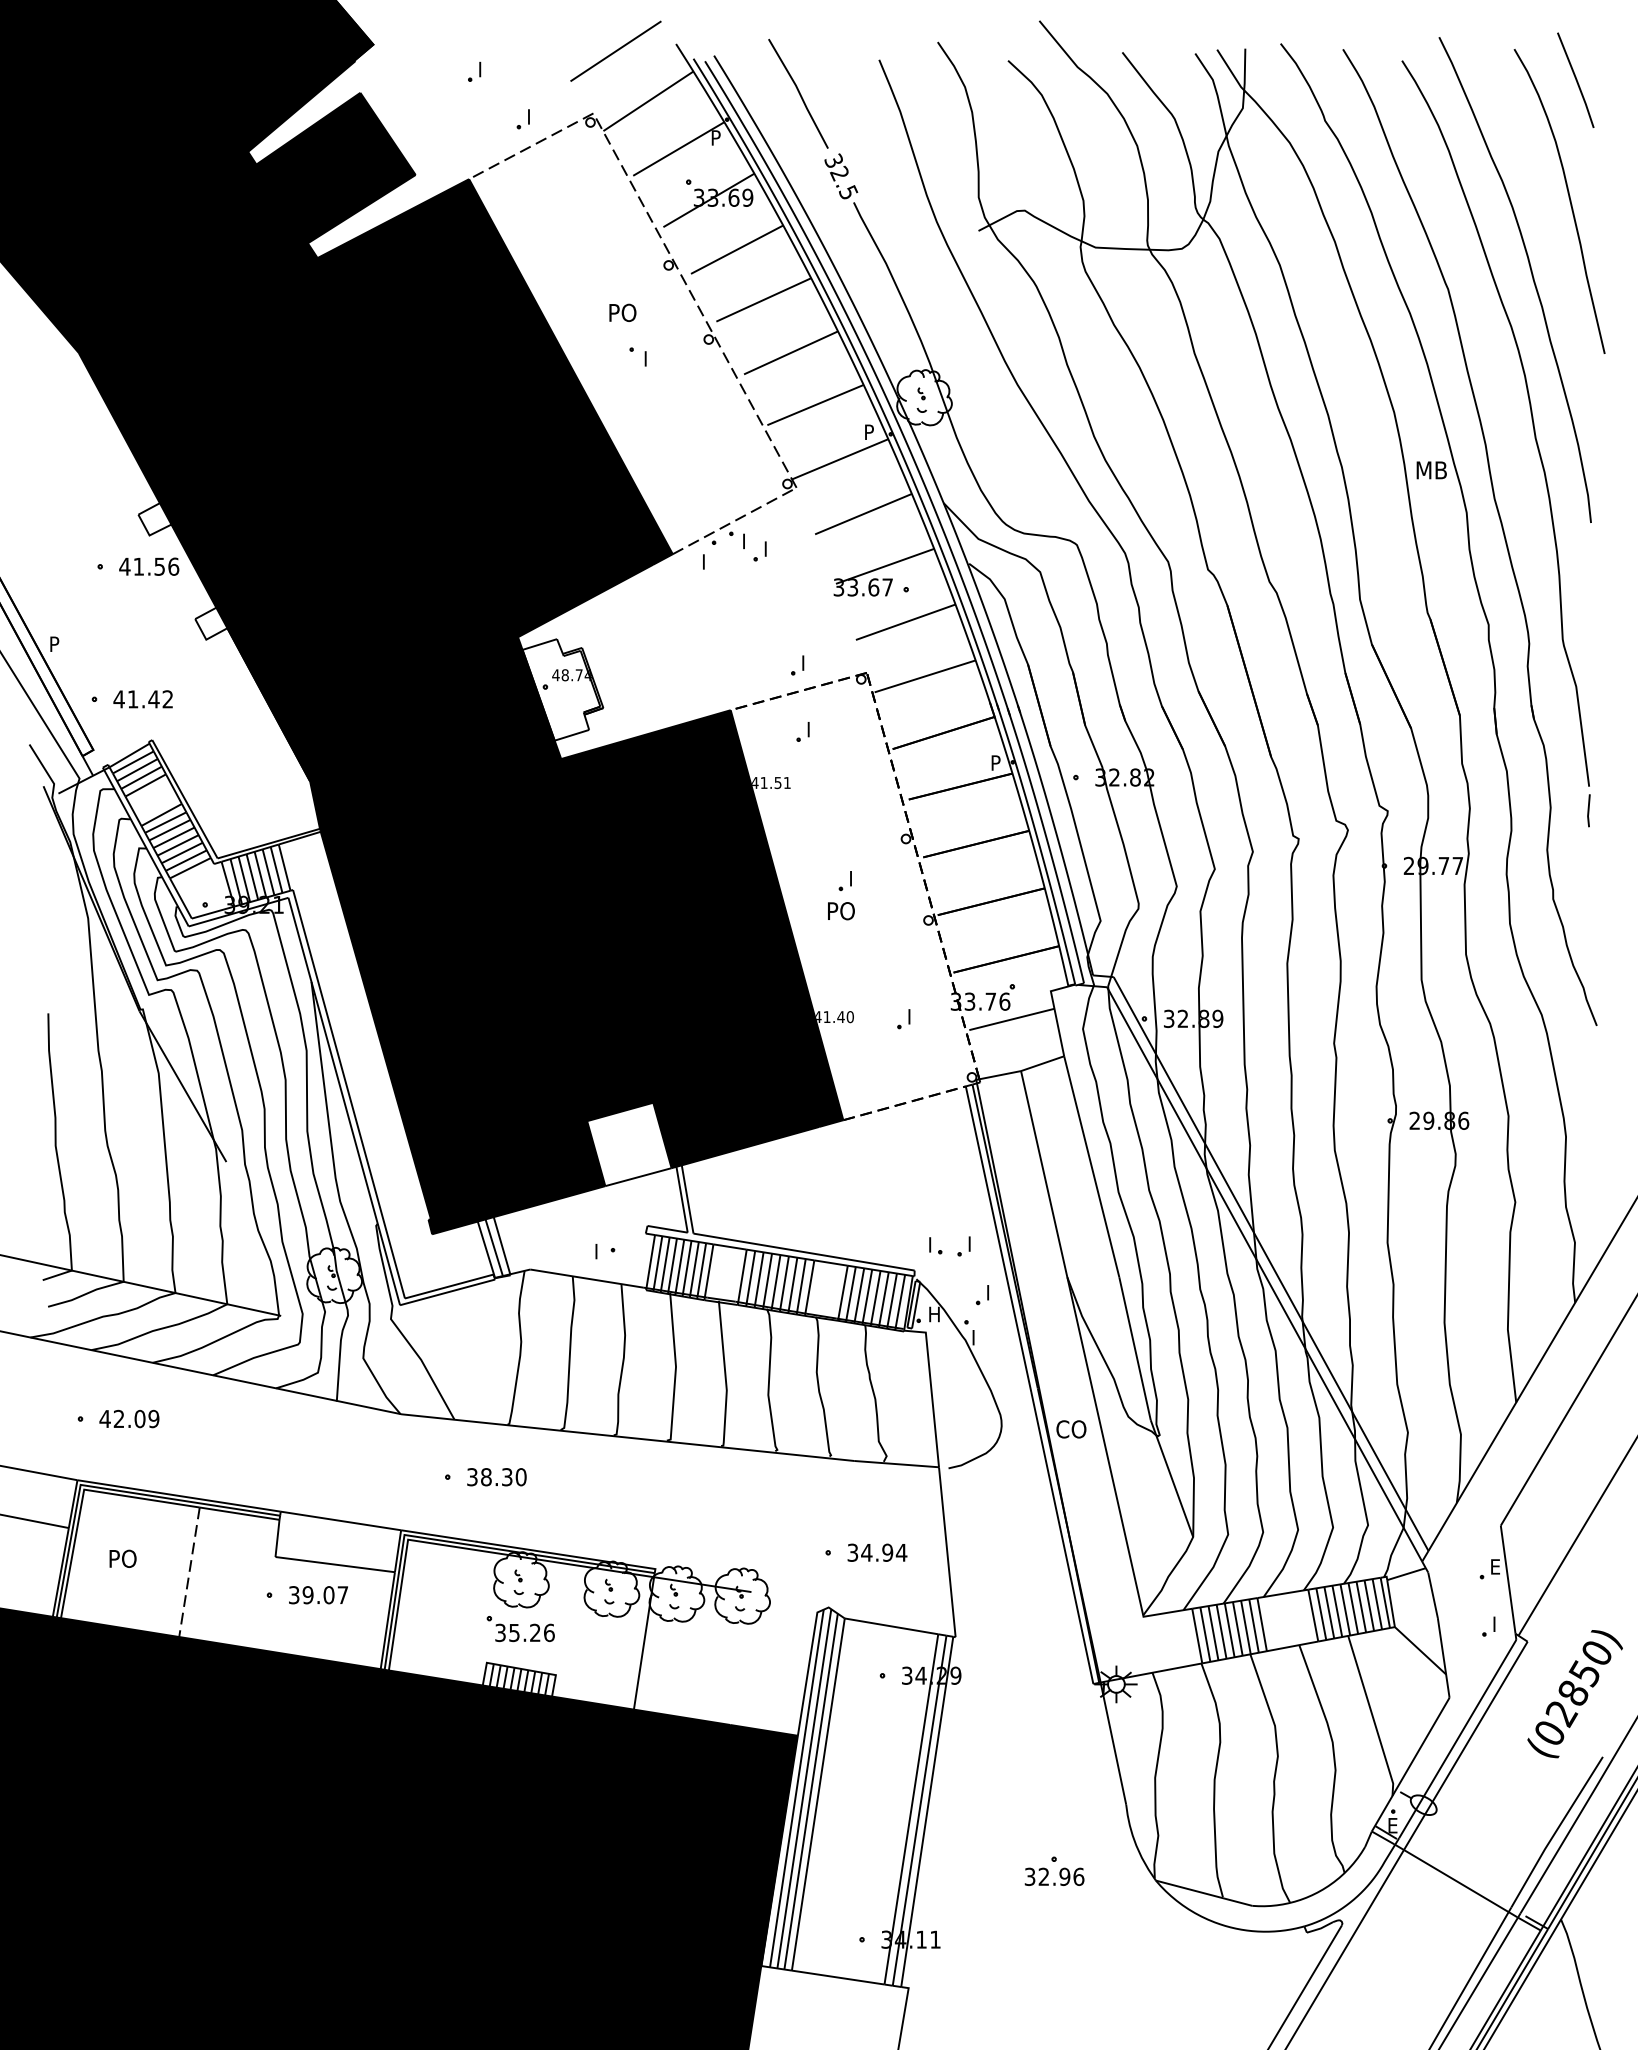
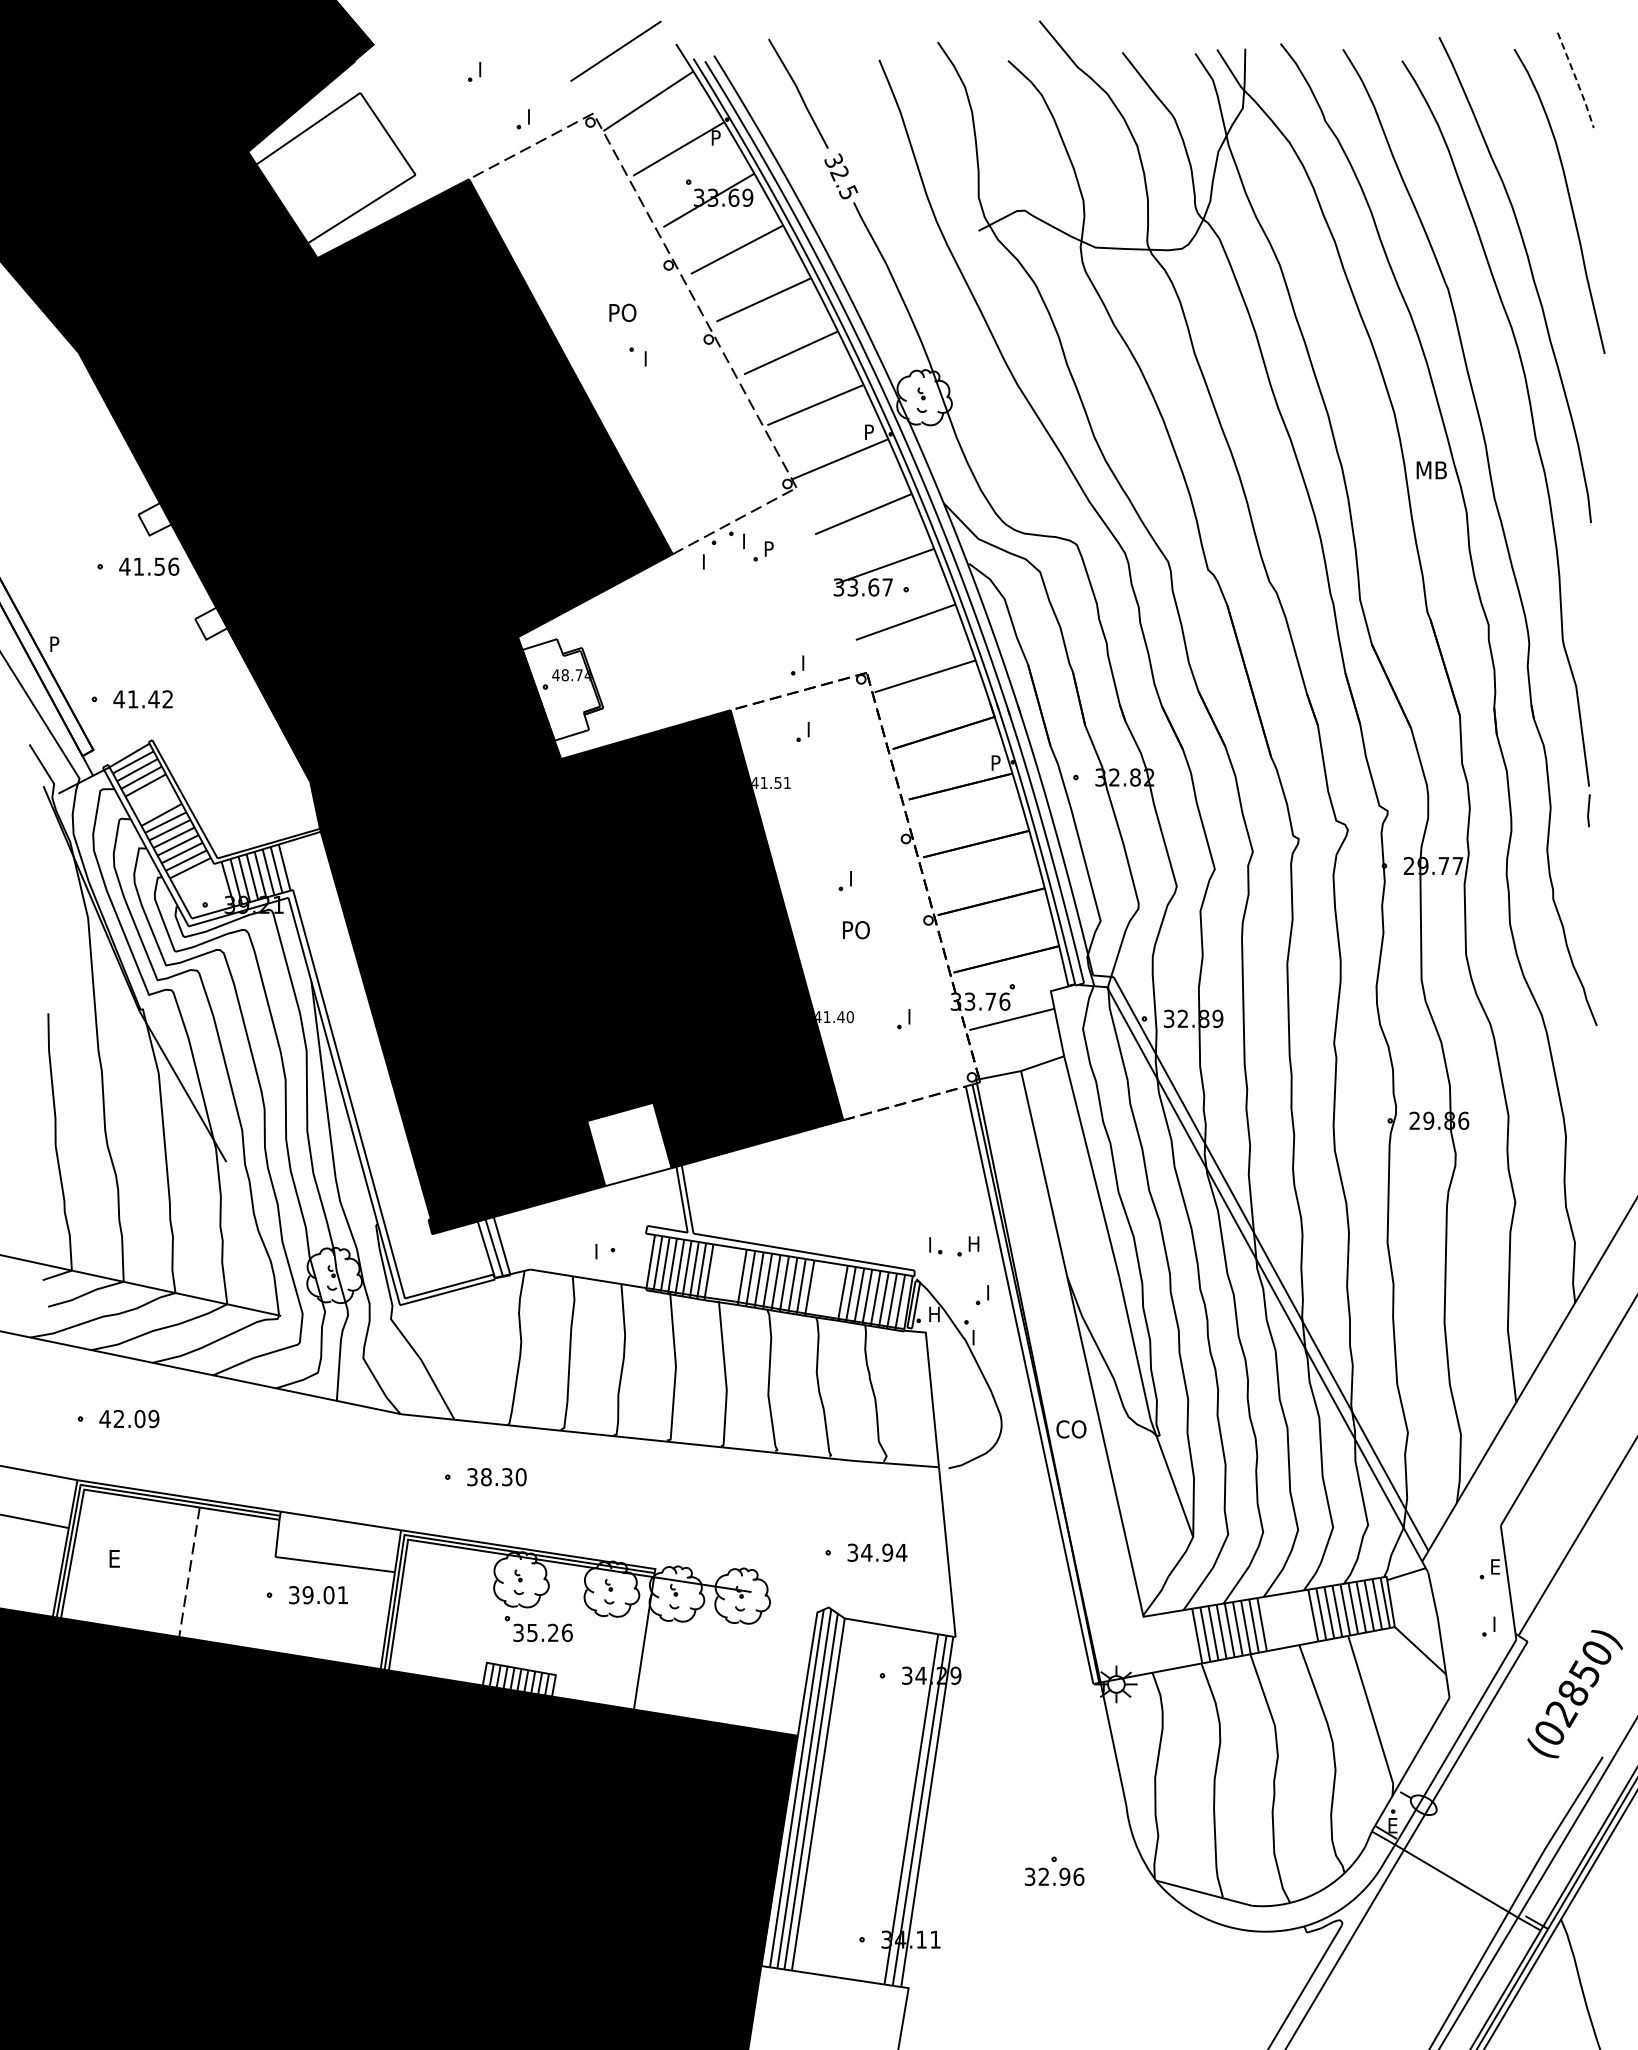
line at (1576, 80): solid -> dashed
fill at (335, 167): present -> none
text at (769, 545): I -> P
text at (841, 911) position: (841, 911) -> (856, 930)
text at (974, 1243): I -> H
text at (123, 1558): PO -> E
text at (342, 1594): 39.07 -> 39.01
part at (520, 1629) position: (520, 1629) -> (538, 1629)
